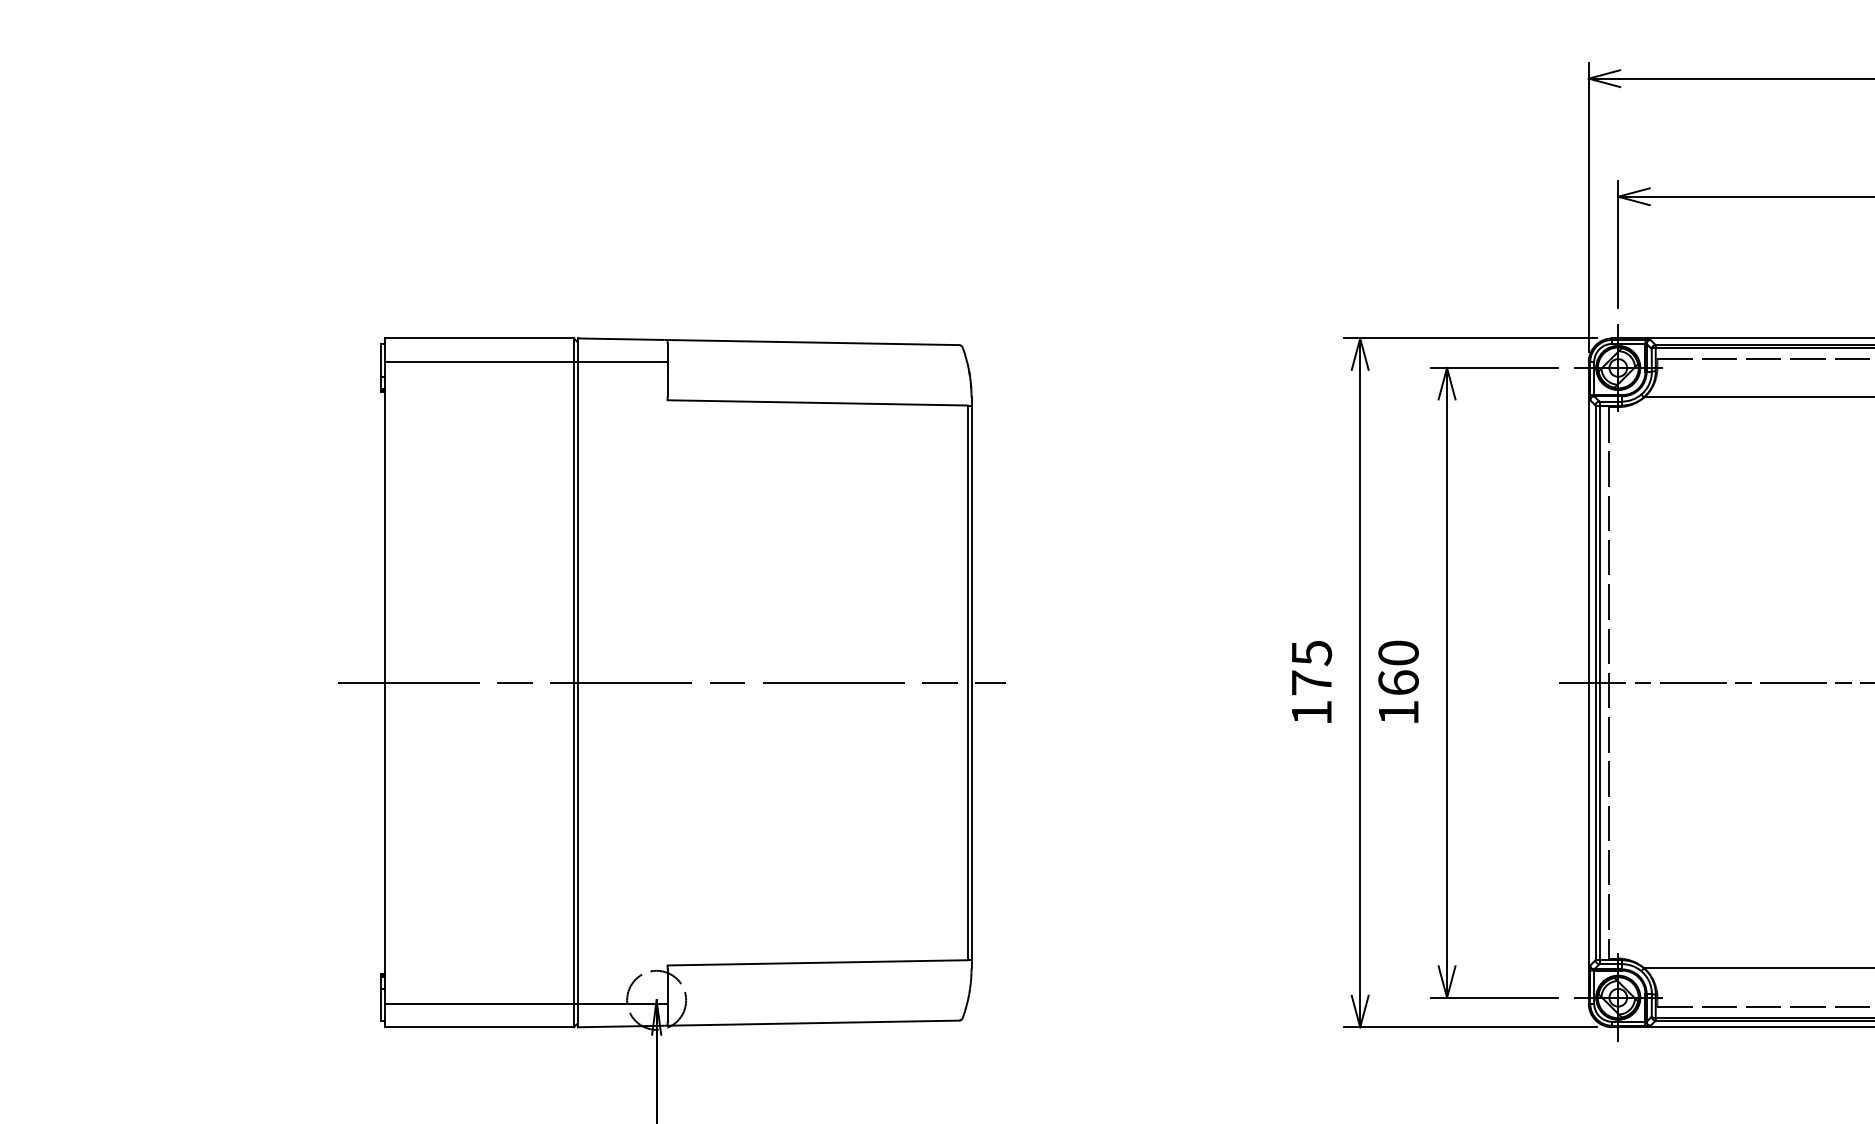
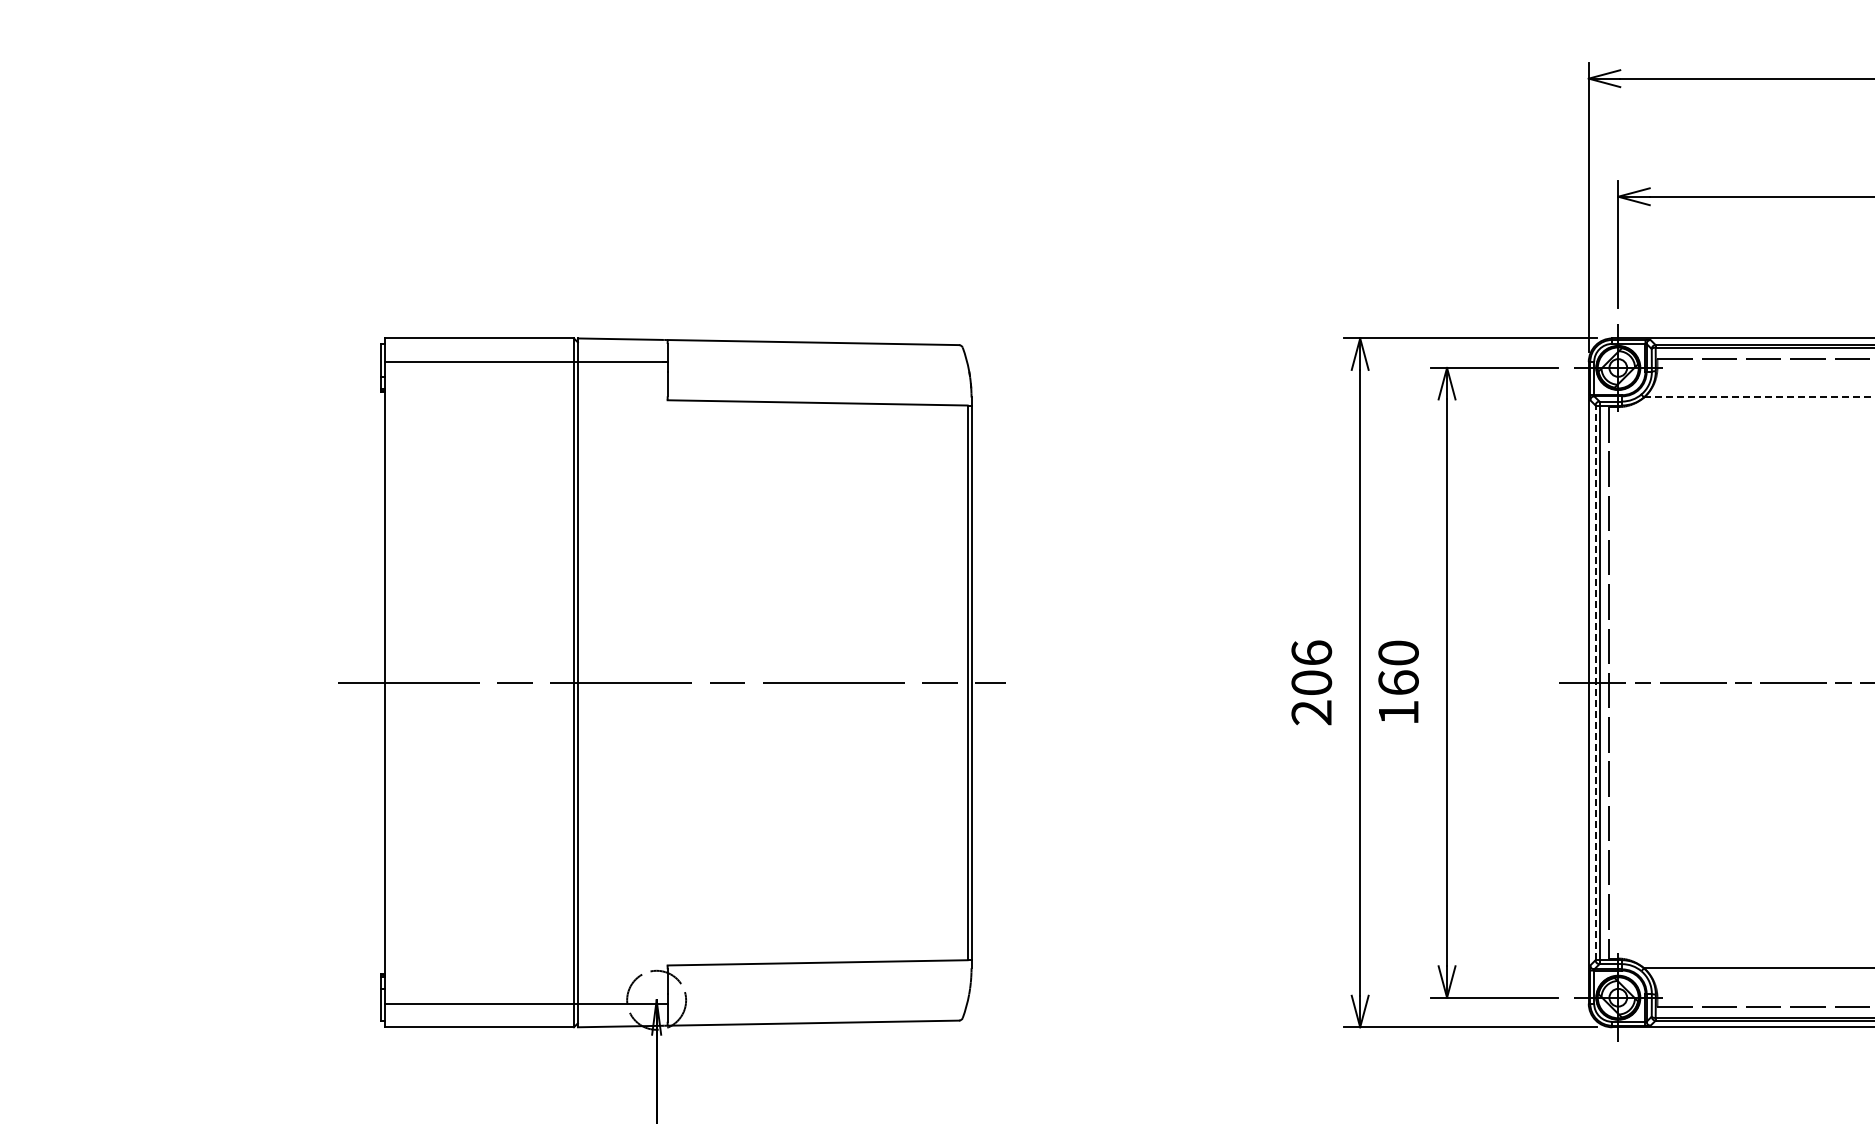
line at (1759, 397): solid -> dashed
text at (1311, 682): 175 -> 206
line at (1595, 682): solid -> dashed
